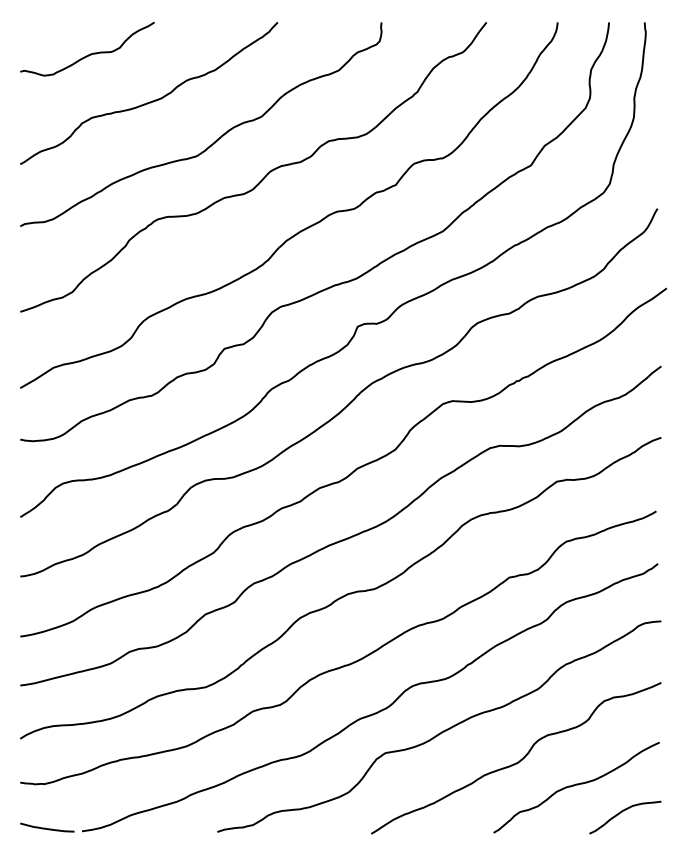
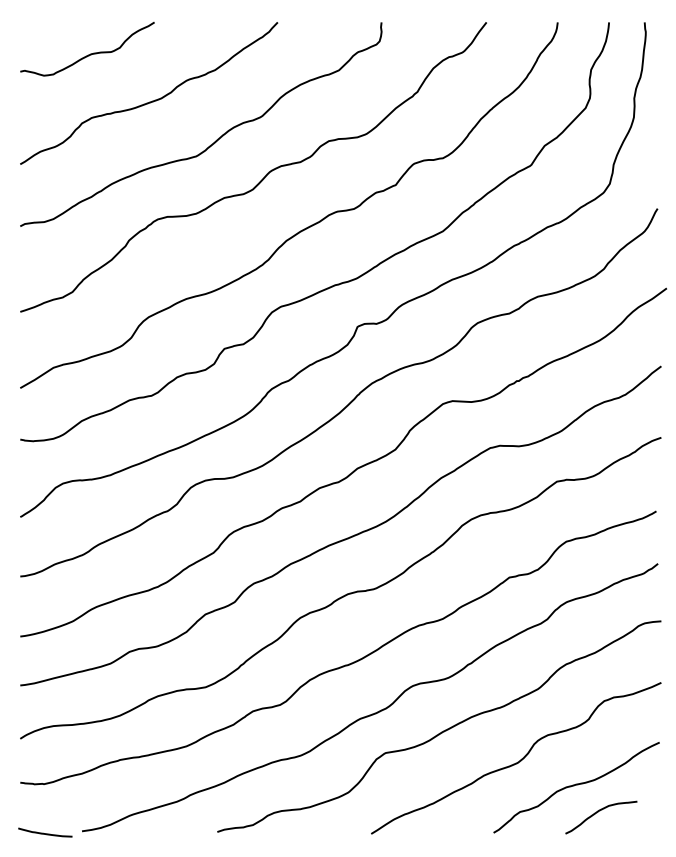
curve at (622, 812) position: (622, 812) -> (598, 812)
curve at (47, 828) position: (47, 828) -> (45, 833)
